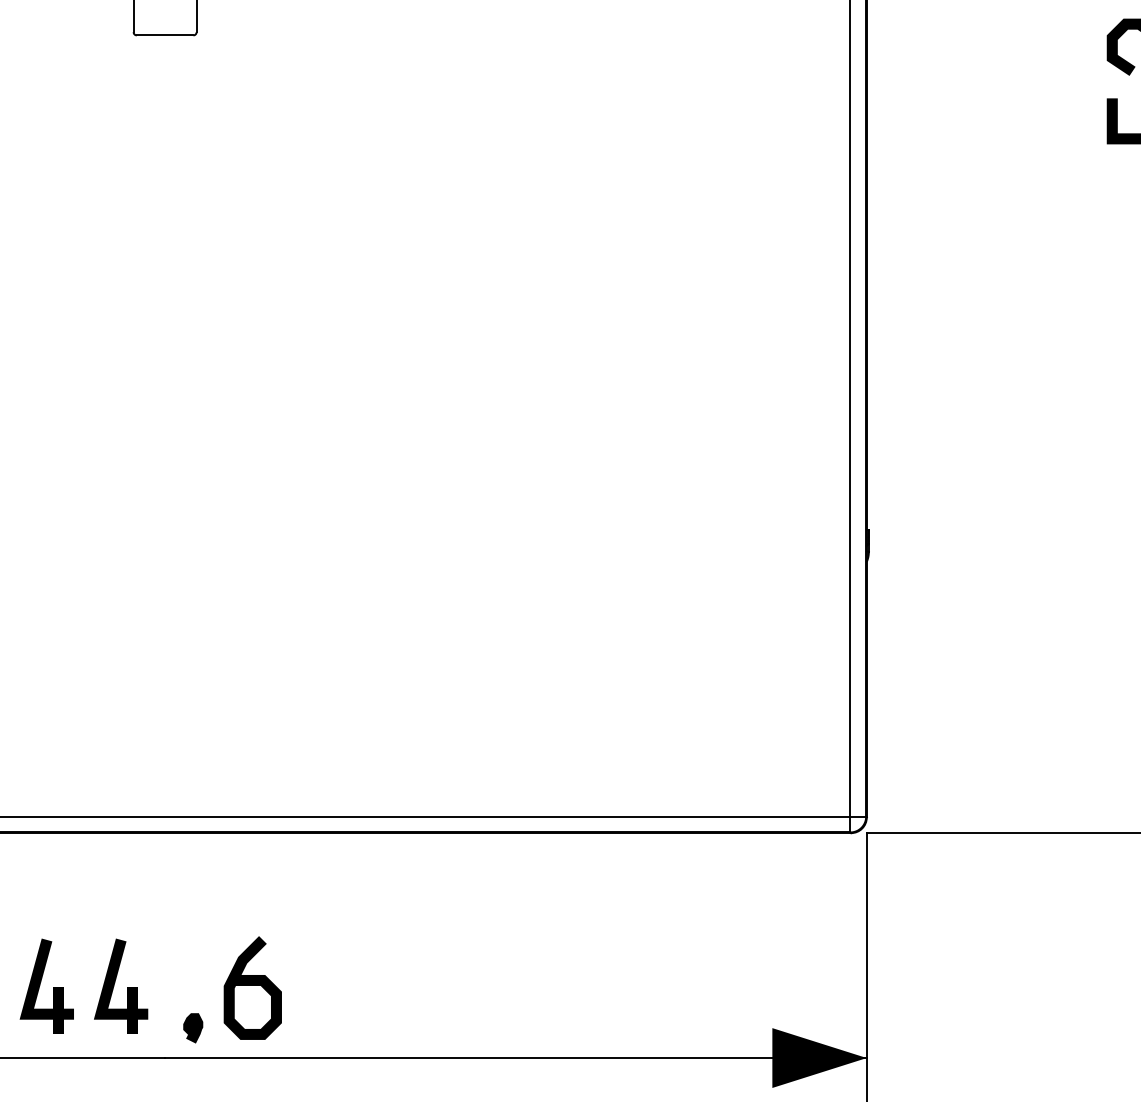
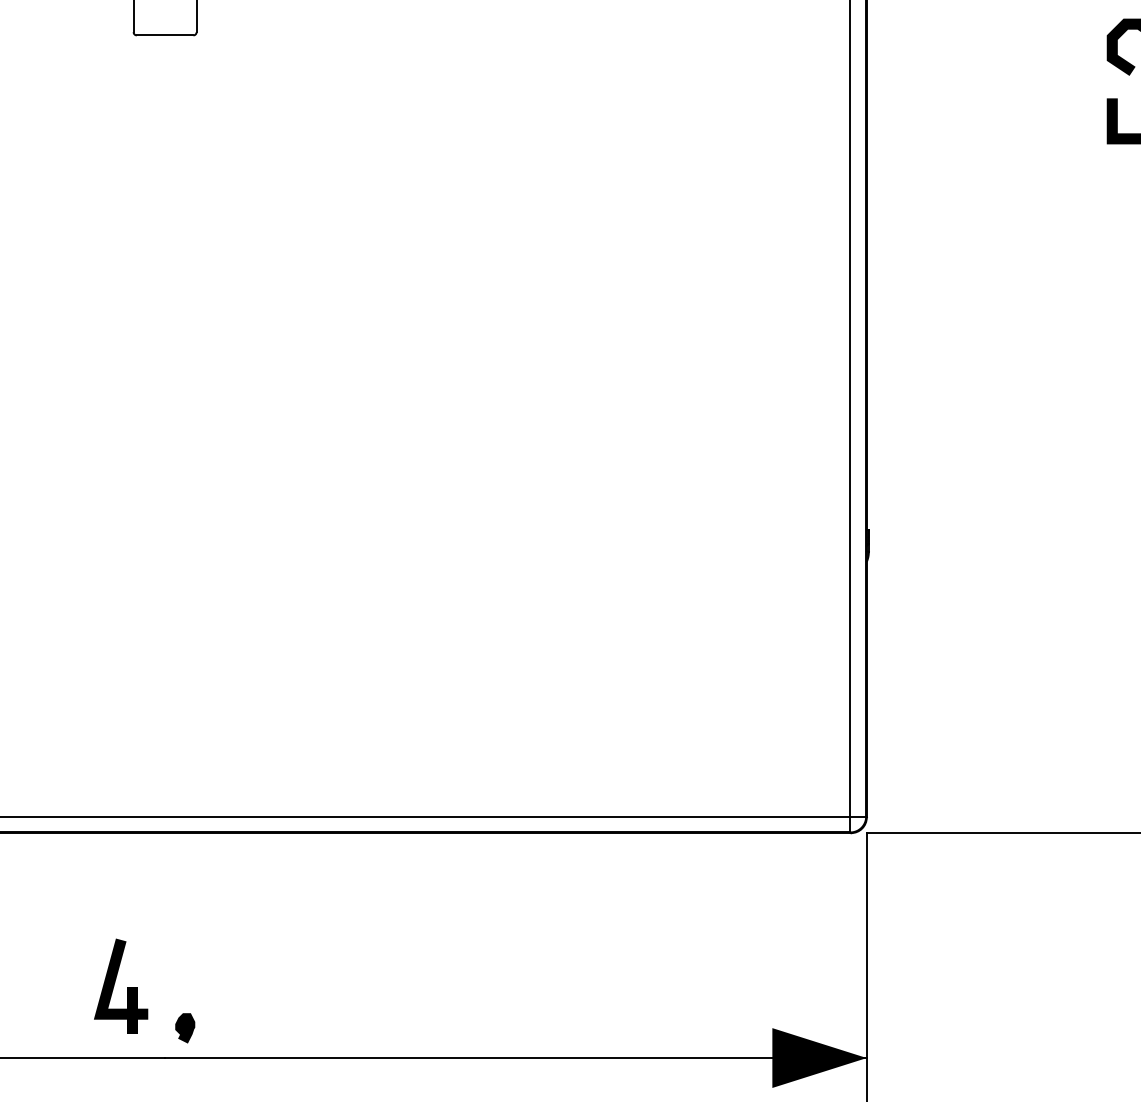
part at (46, 985): present -> none
curve at (252, 985): present -> none
part at (193, 1028) position: (193, 1028) -> (185, 1028)
